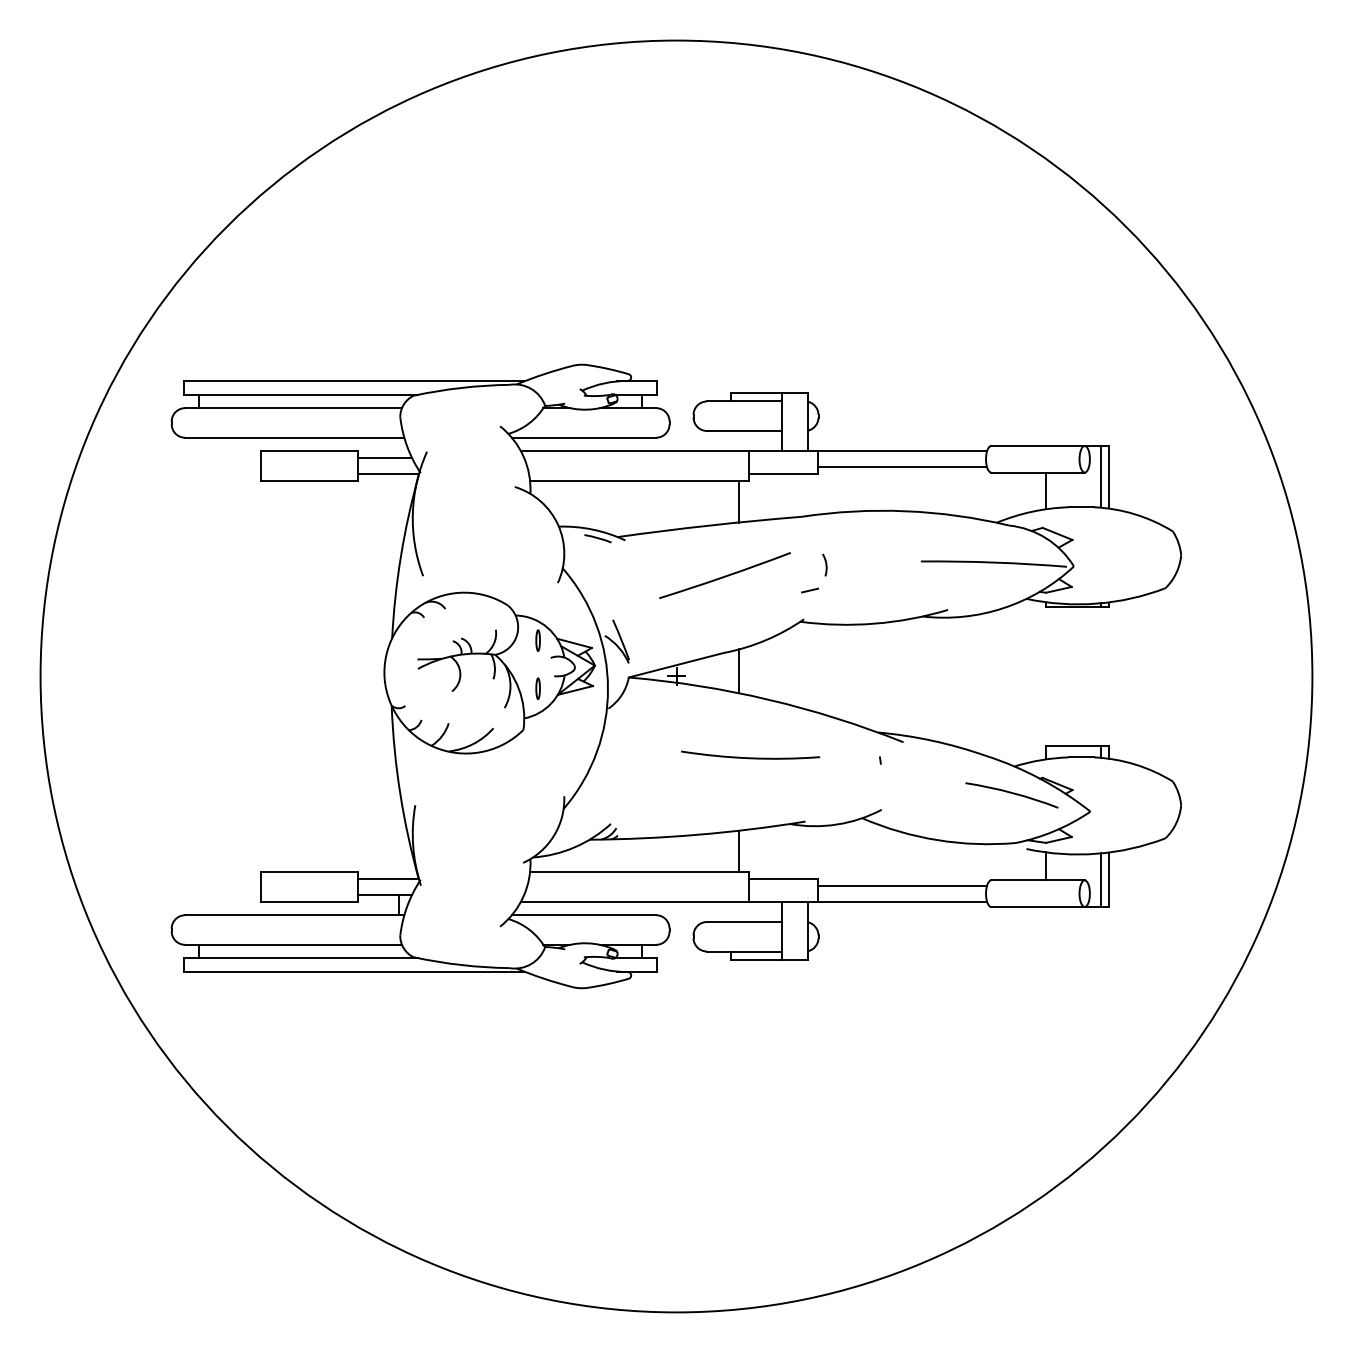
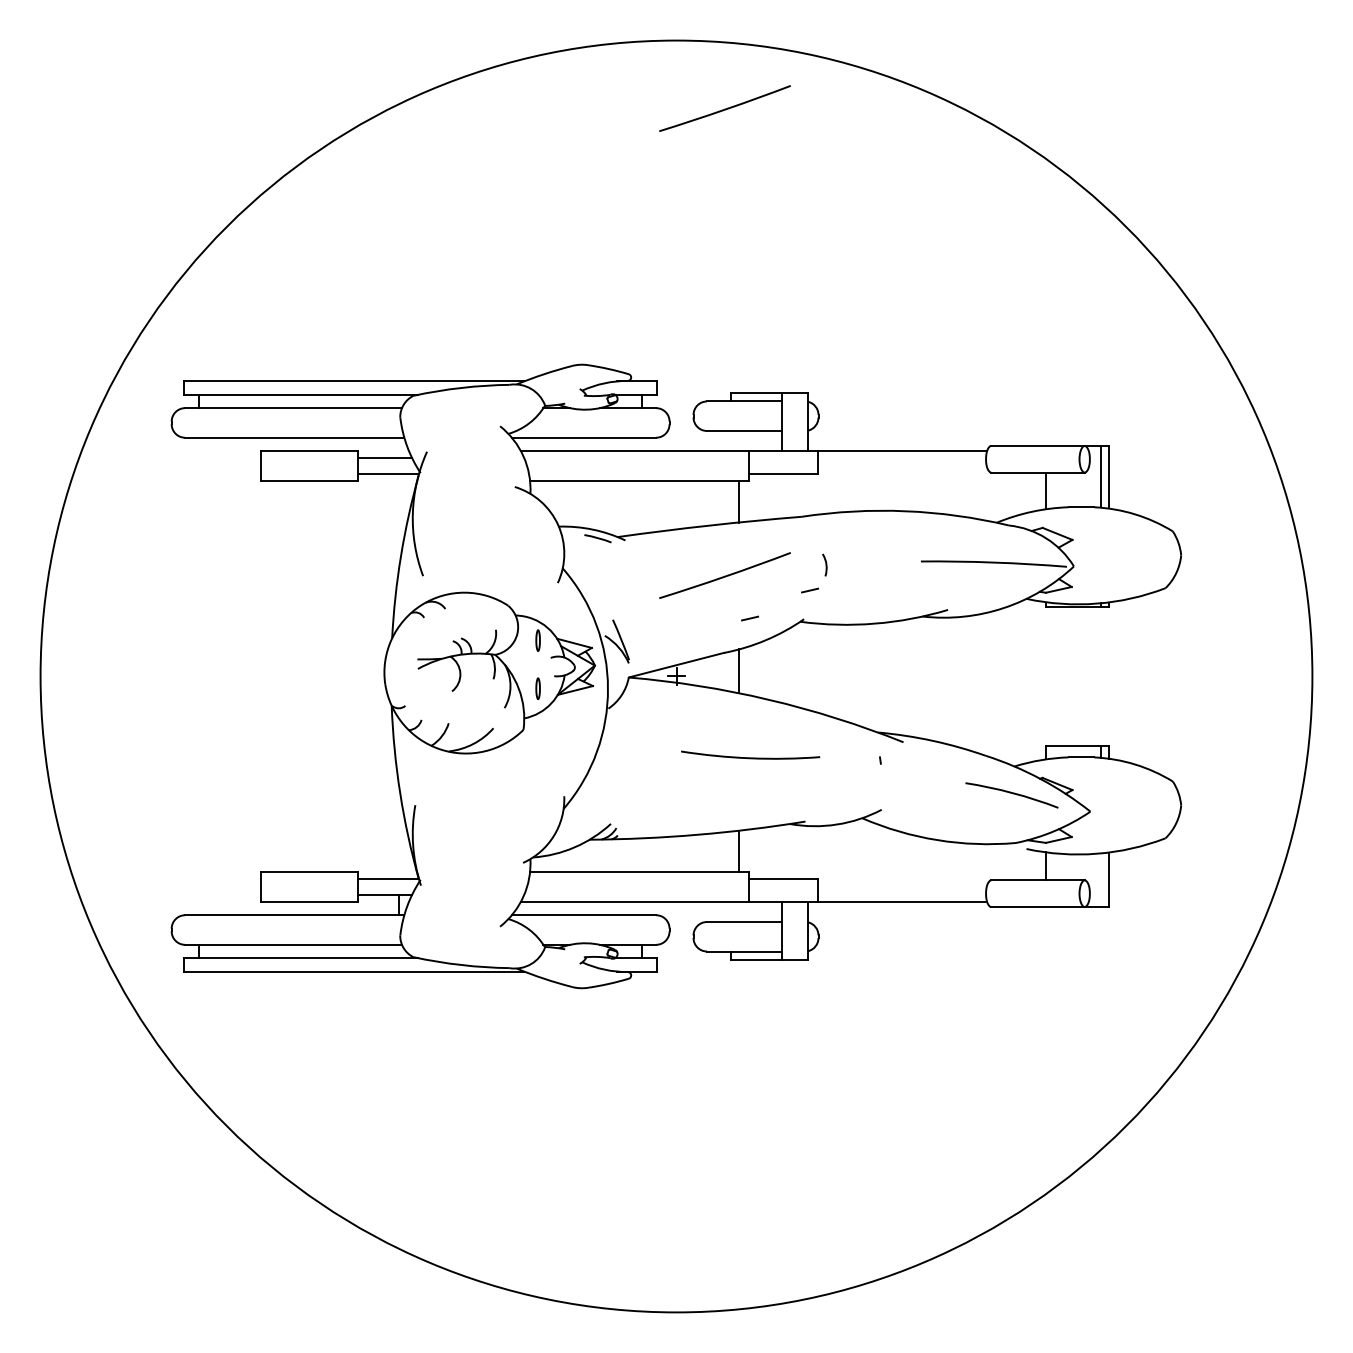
arc at (724, 108): none -> present
line at (902, 467): present -> none
line at (749, 618): none -> present
line at (1100, 880): present -> none
line at (902, 885): present -> none
